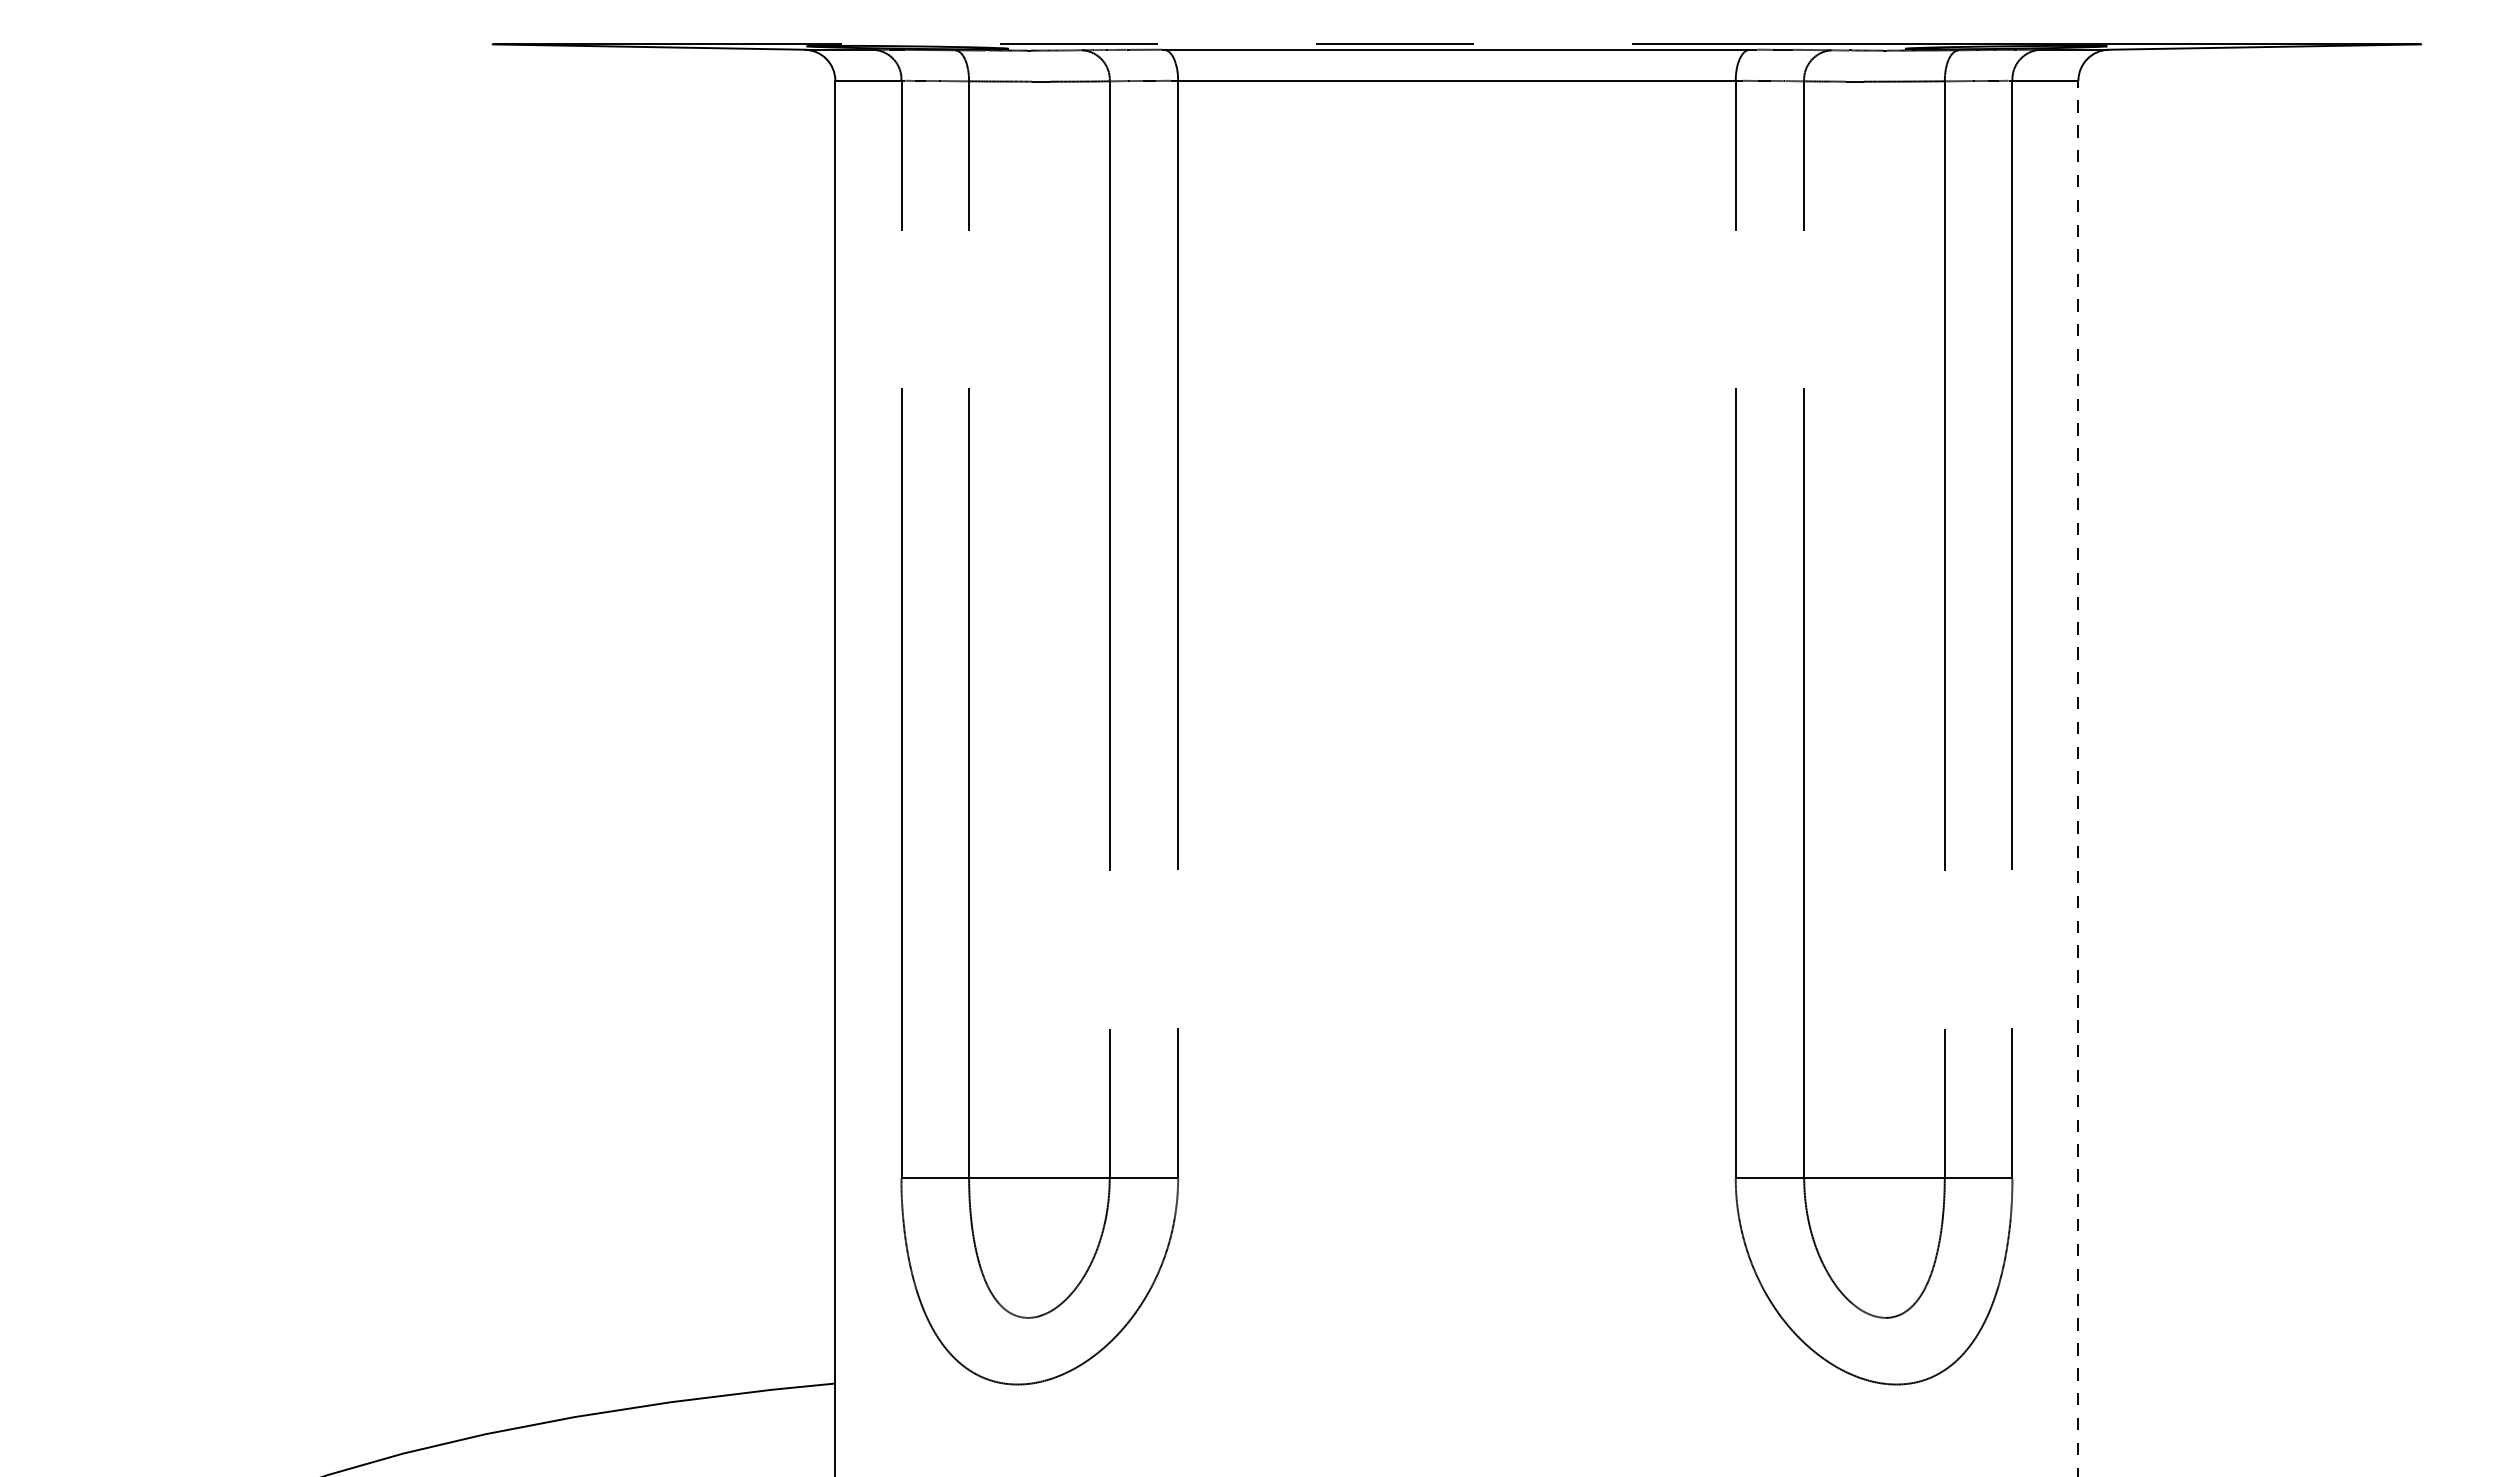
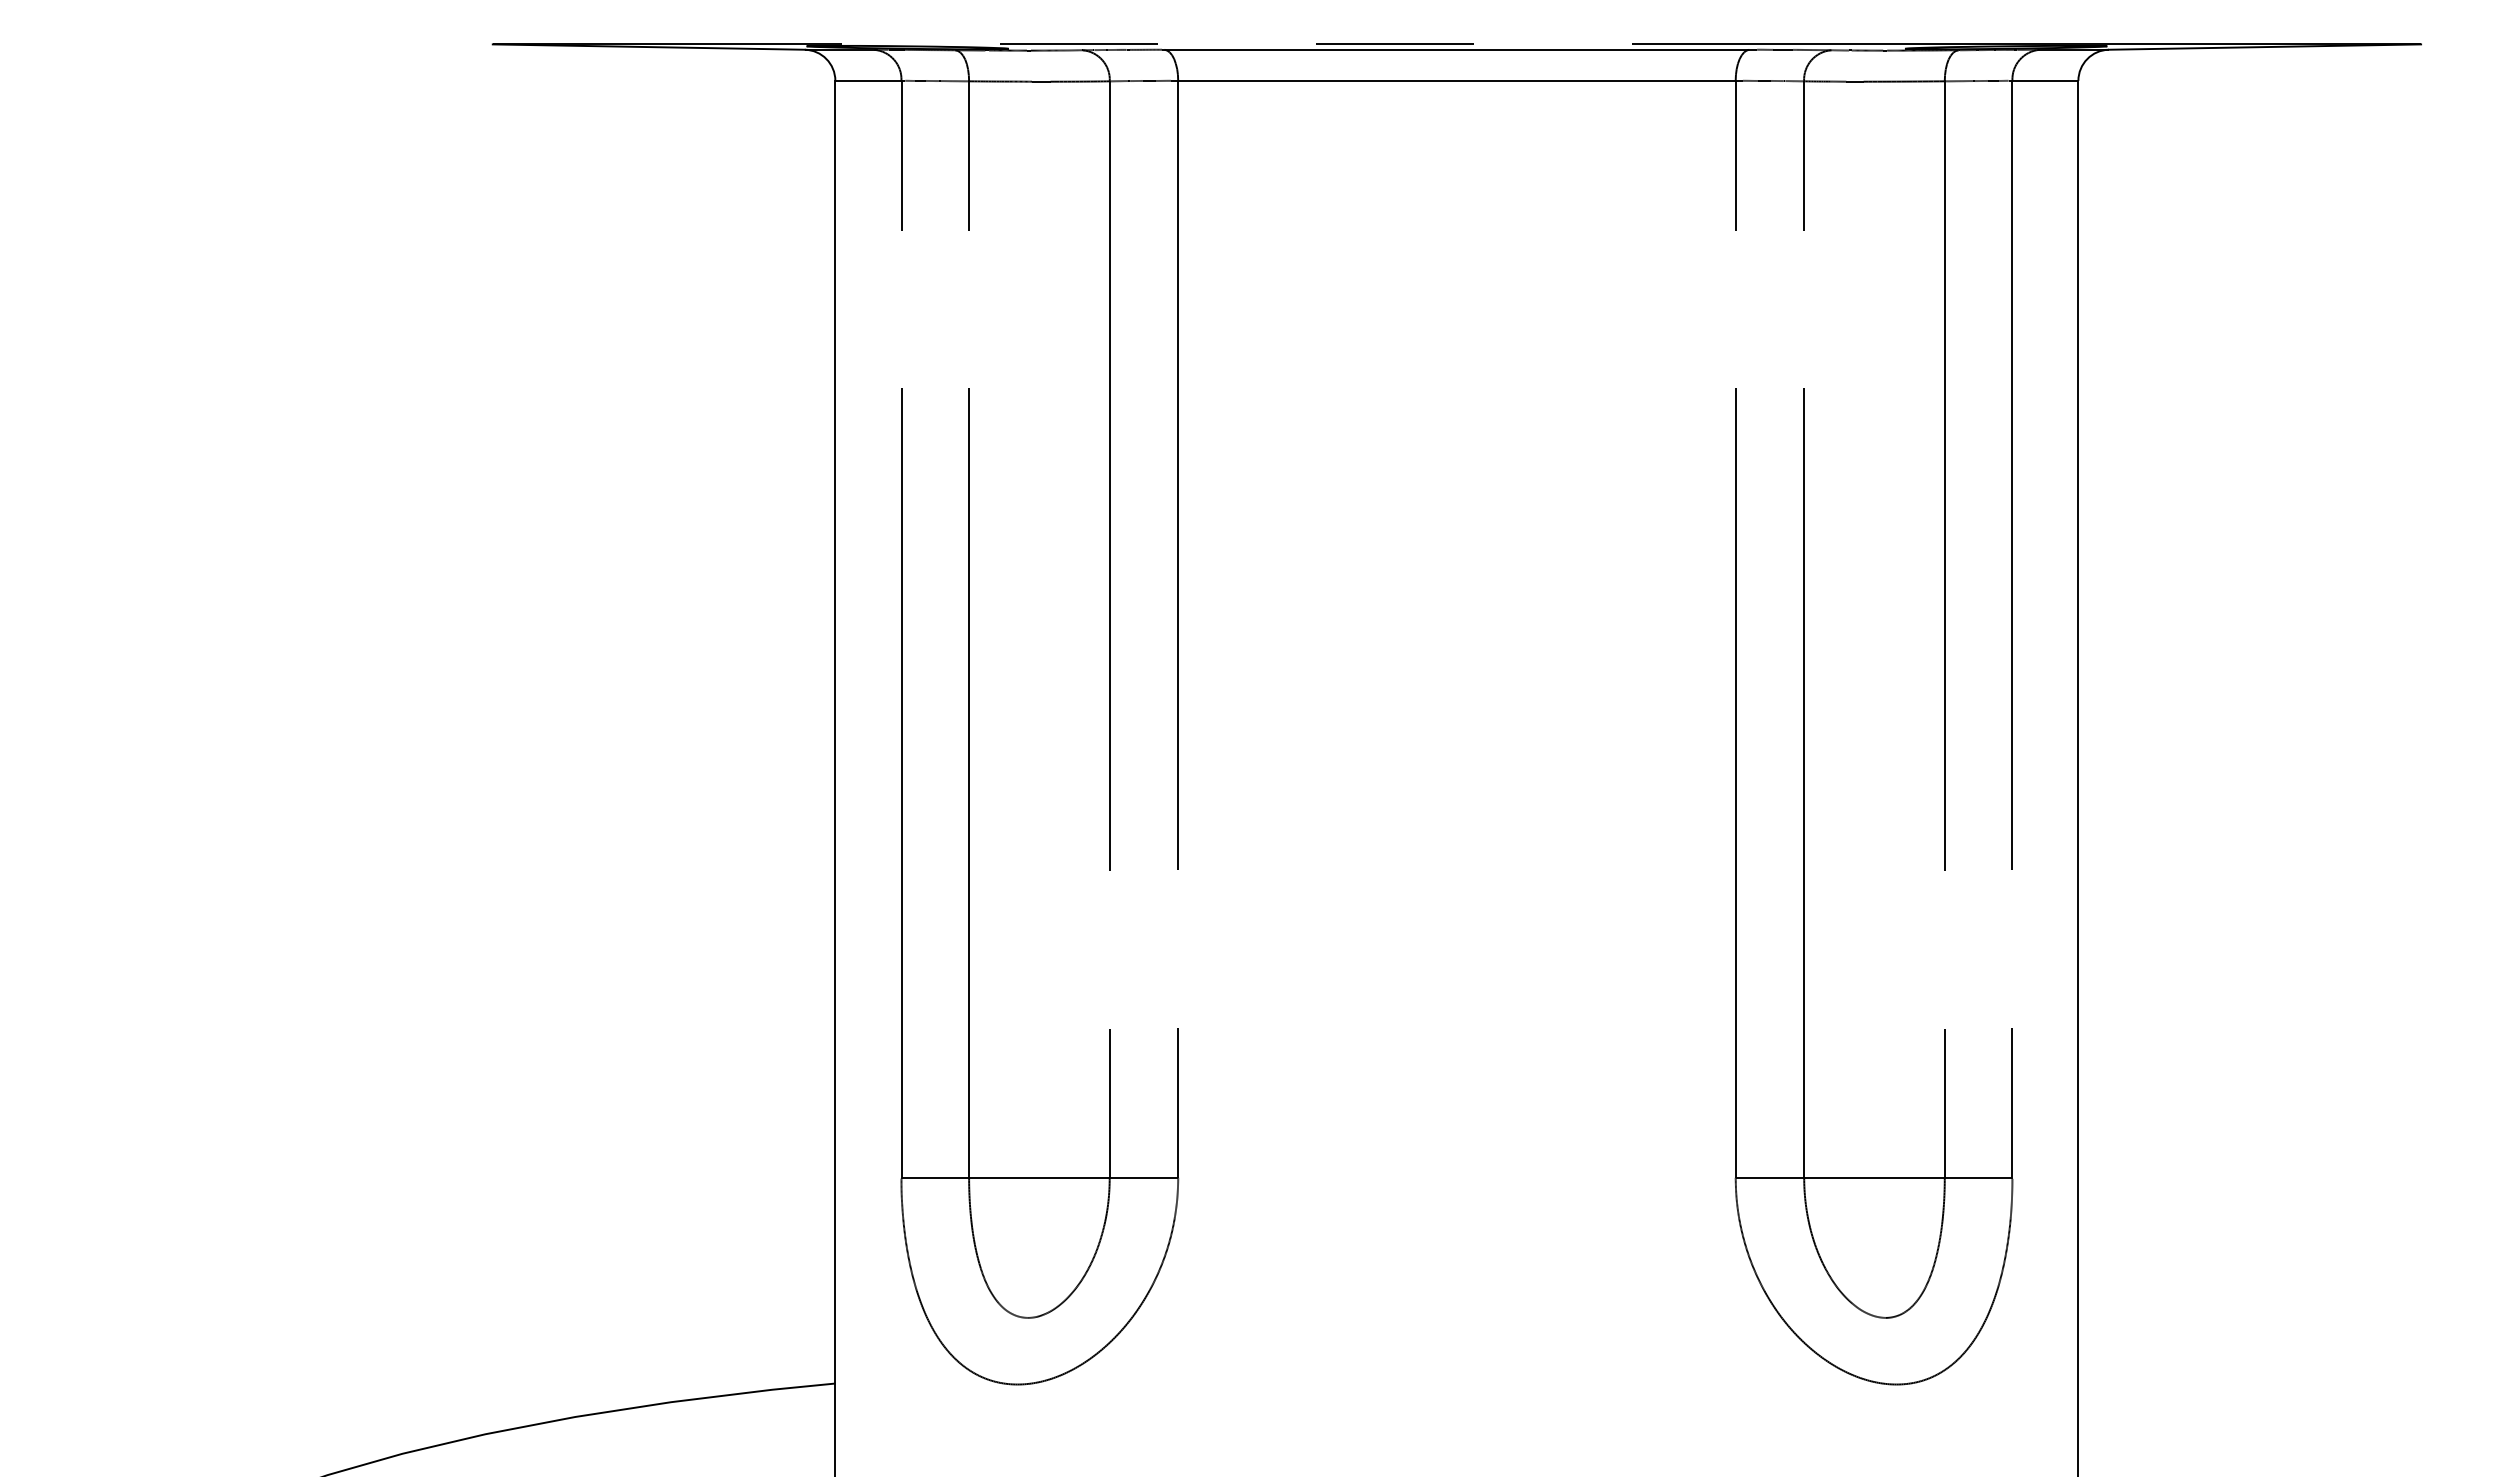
line at (2078, 778): dashed -> solid
